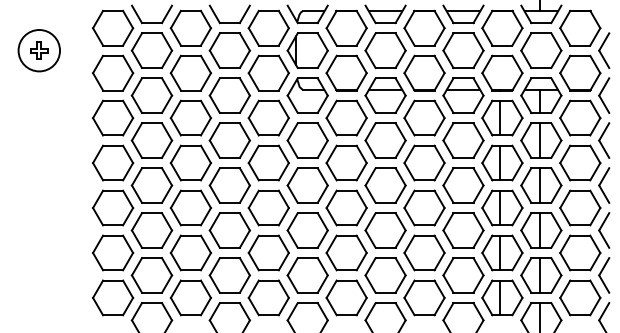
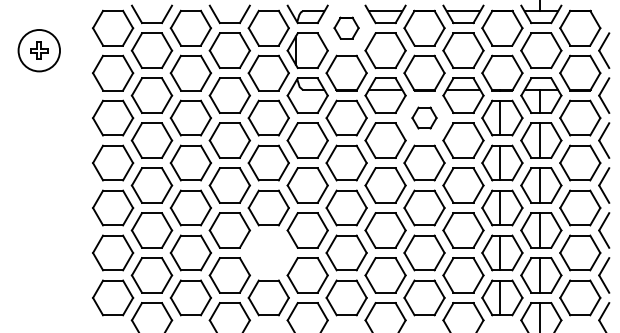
part at (346, 27) size: 43x38 px -> 27x24 px
part at (424, 117) size: 43x38 px -> 27x24 px
part at (268, 252): present -> none
